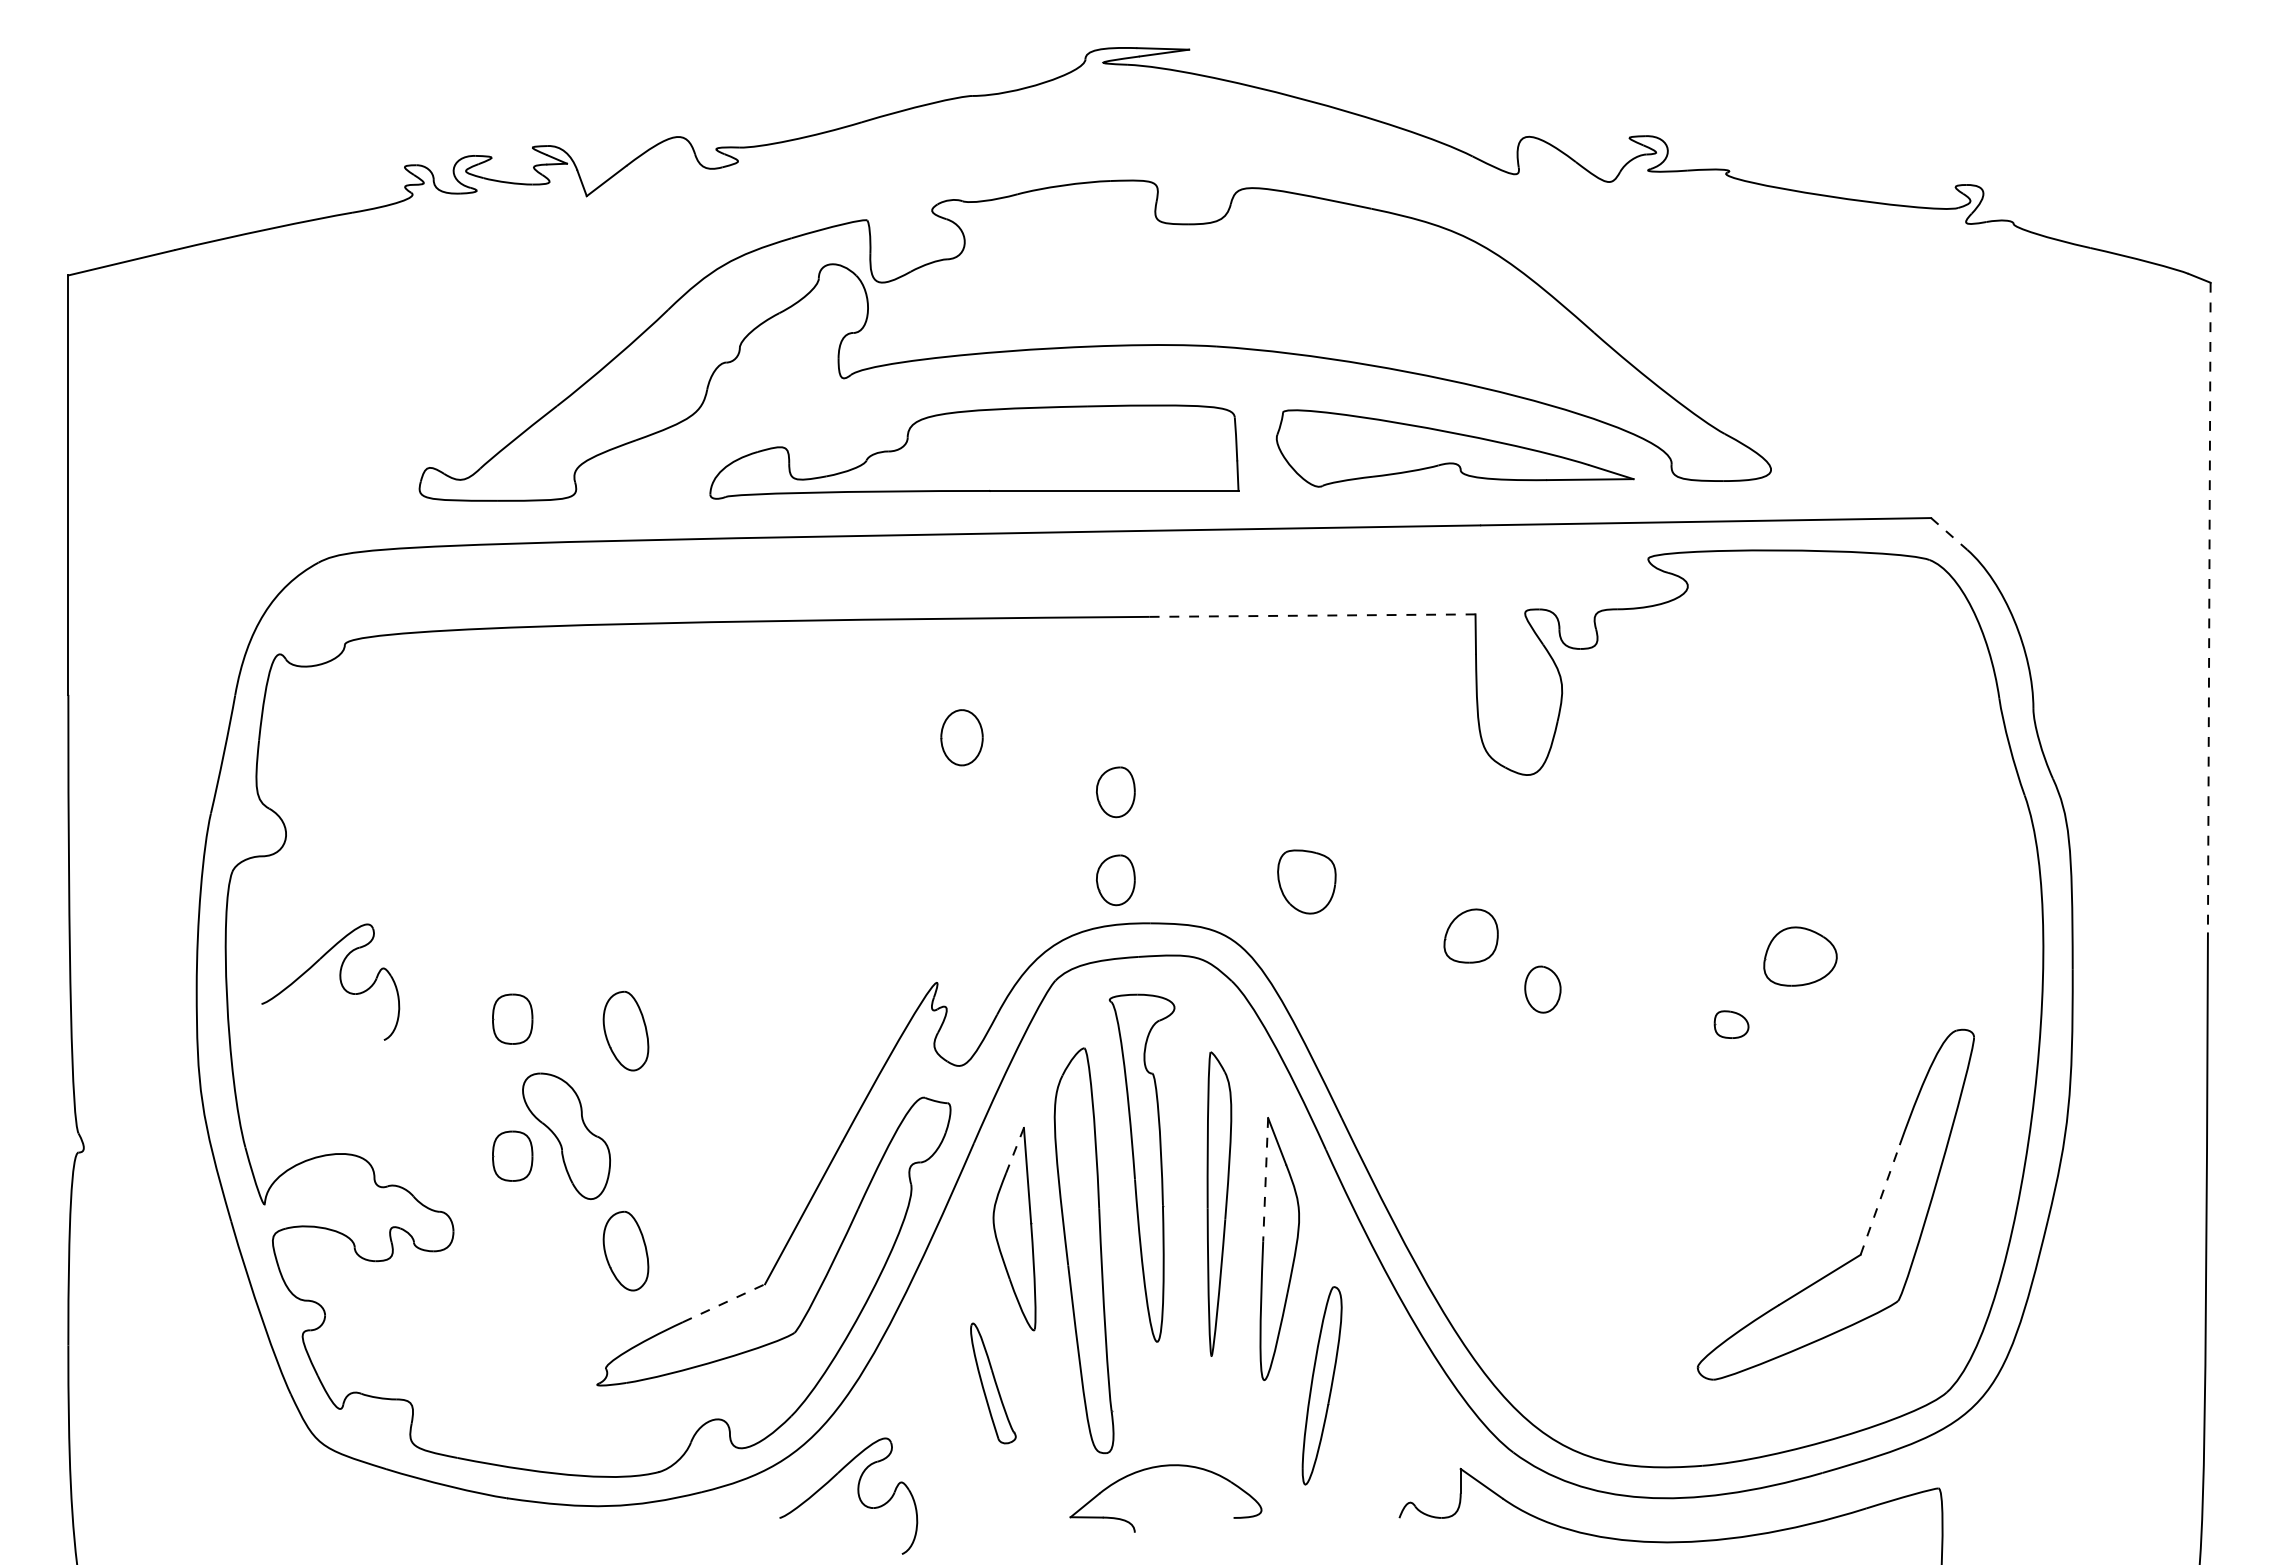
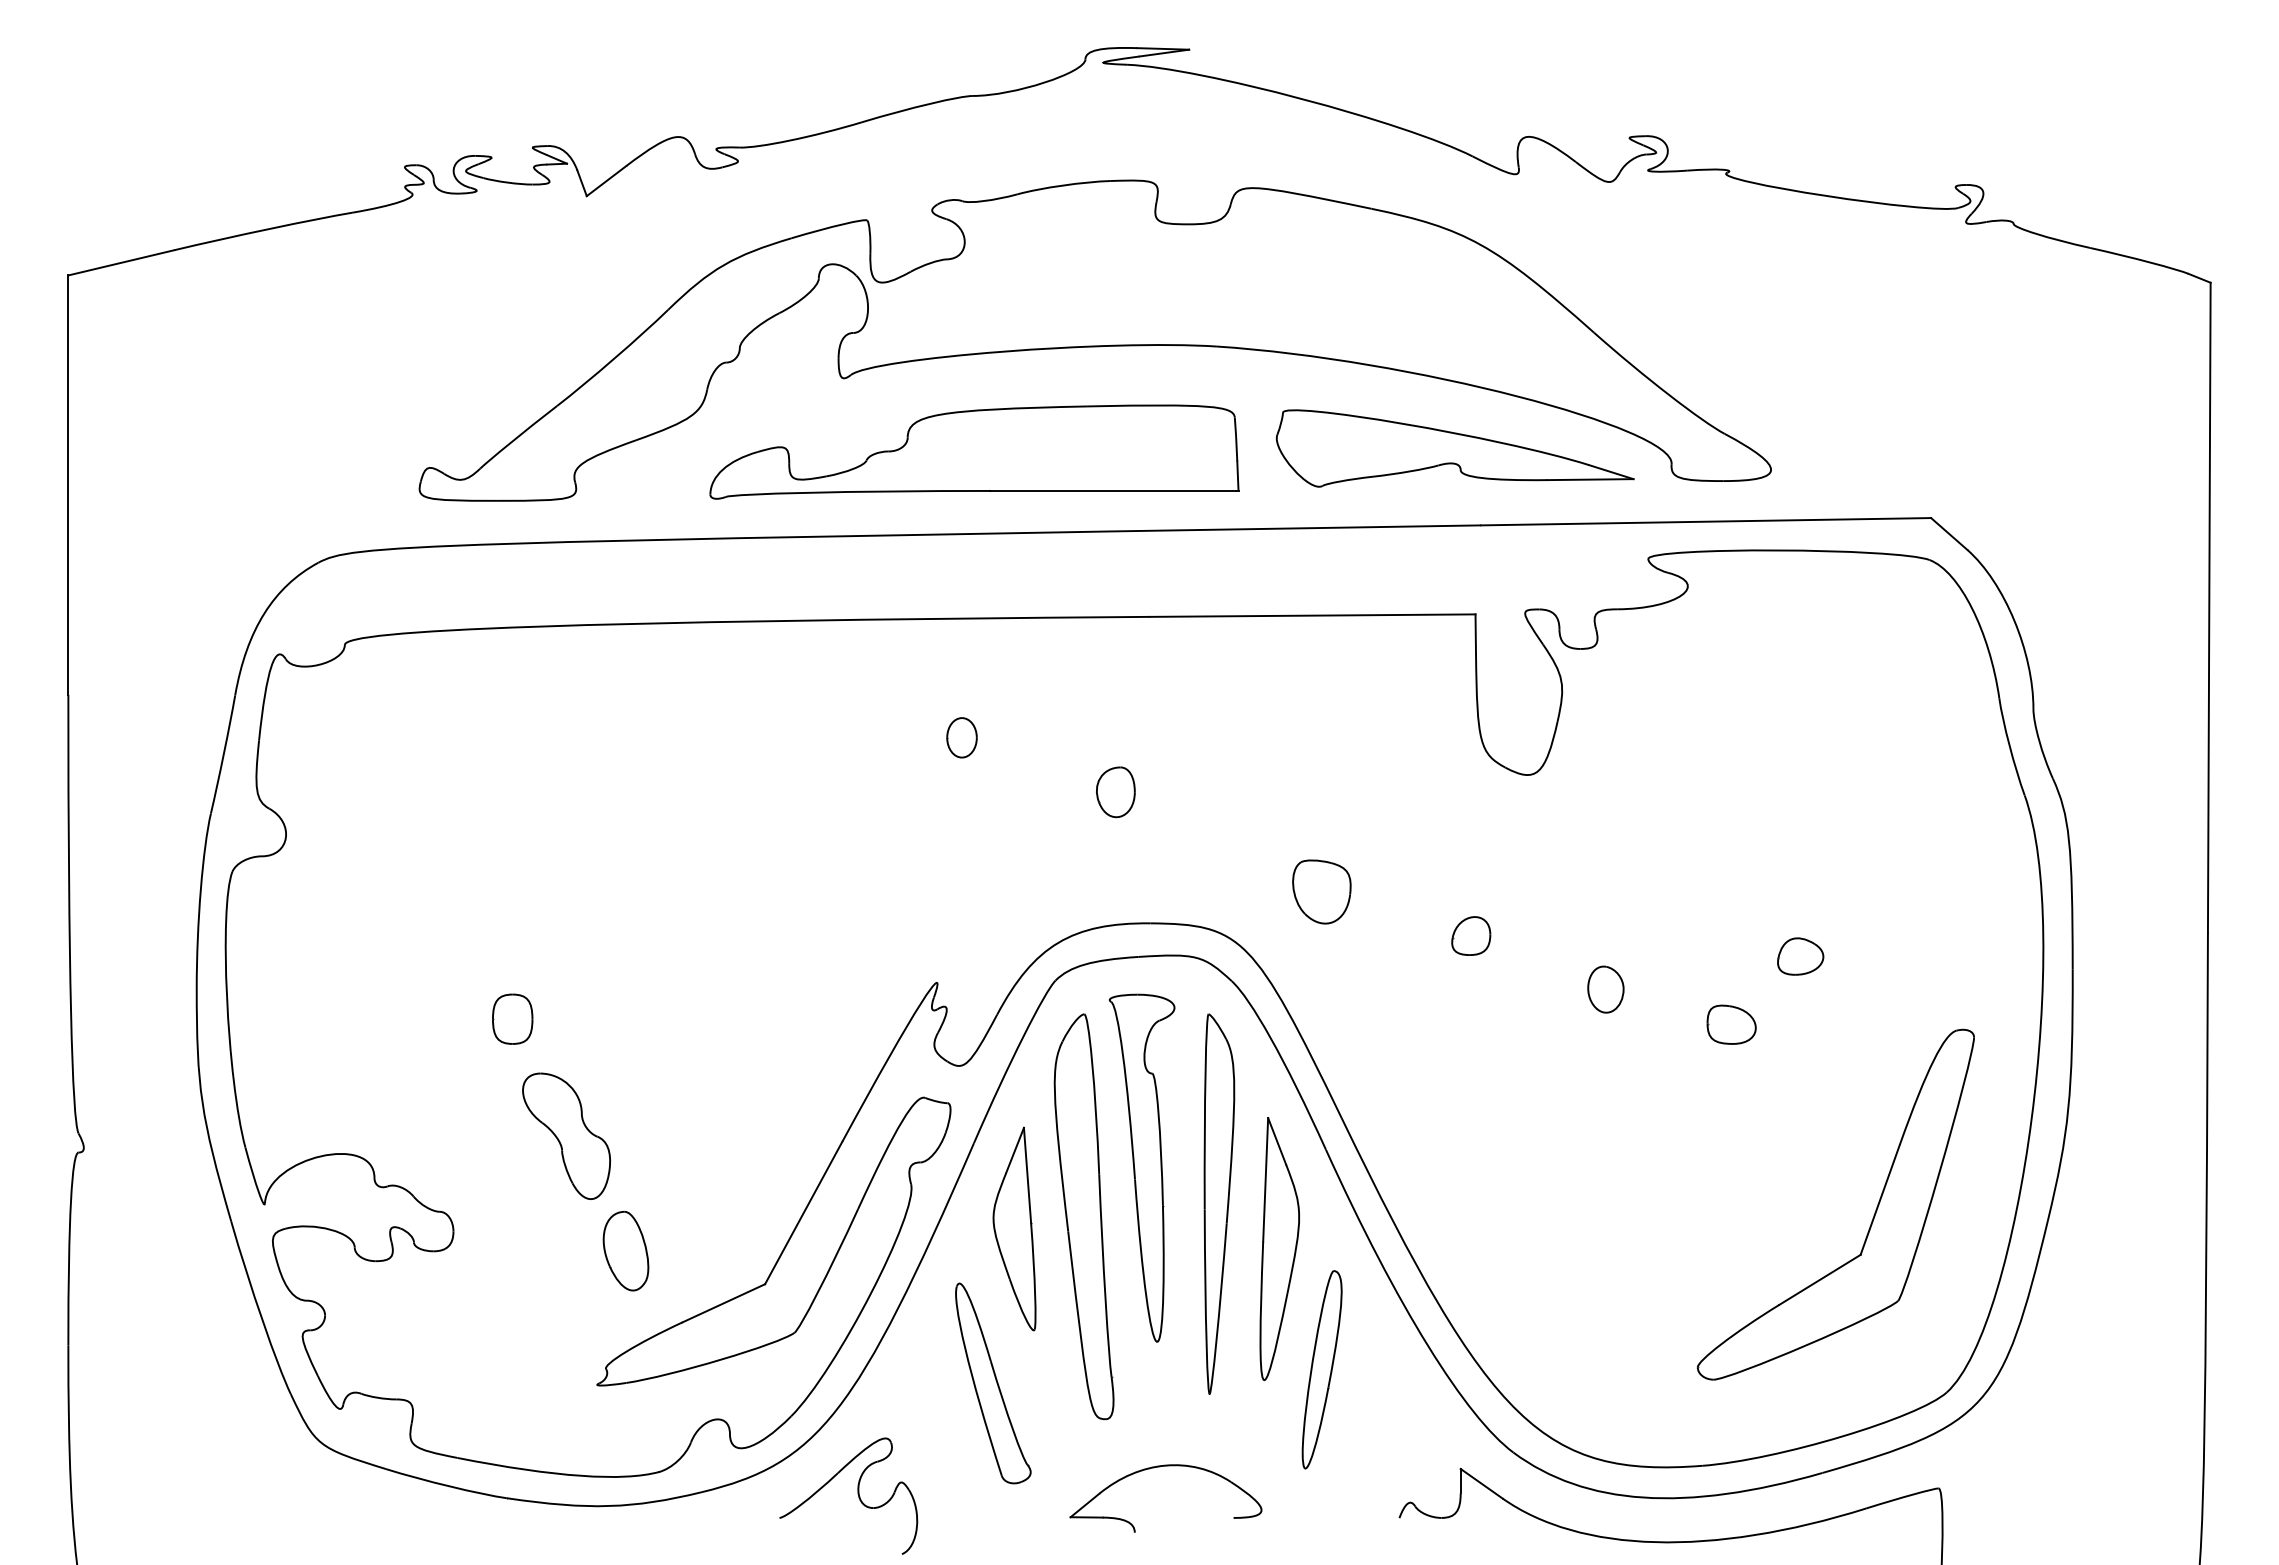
line at (1949, 534): dashed -> solid
line at (2209, 607): dashed -> solid
line at (1312, 615): dashed -> solid
part at (961, 737) size: 44x58 px -> 32x42 px
part at (1115, 880): present -> none
part at (1306, 881) position: (1306, 881) -> (1321, 891)
part at (1470, 935) size: 56x56 px -> 41x40 px
part at (1800, 956) size: 75x61 px -> 48x39 px
part at (339, 980): present -> none
part at (1542, 989) position: (1542, 989) -> (1605, 989)
part at (1731, 1024) size: 37x29 px -> 51x41 px
part at (625, 1031): present -> none
line at (1014, 1150): dashed -> solid
part at (512, 1155): present -> none
line at (1265, 1179): dashed -> solid
line at (1880, 1199): dashed -> solid
part at (1219, 1203) size: 27x306 px -> 33x382 px
part at (1083, 1250) position: (1083, 1250) -> (1083, 1216)
line at (724, 1303): dashed -> solid
part at (993, 1383) size: 47x123 px -> 77x203 px
part at (1321, 1385) position: (1321, 1385) -> (1321, 1369)
